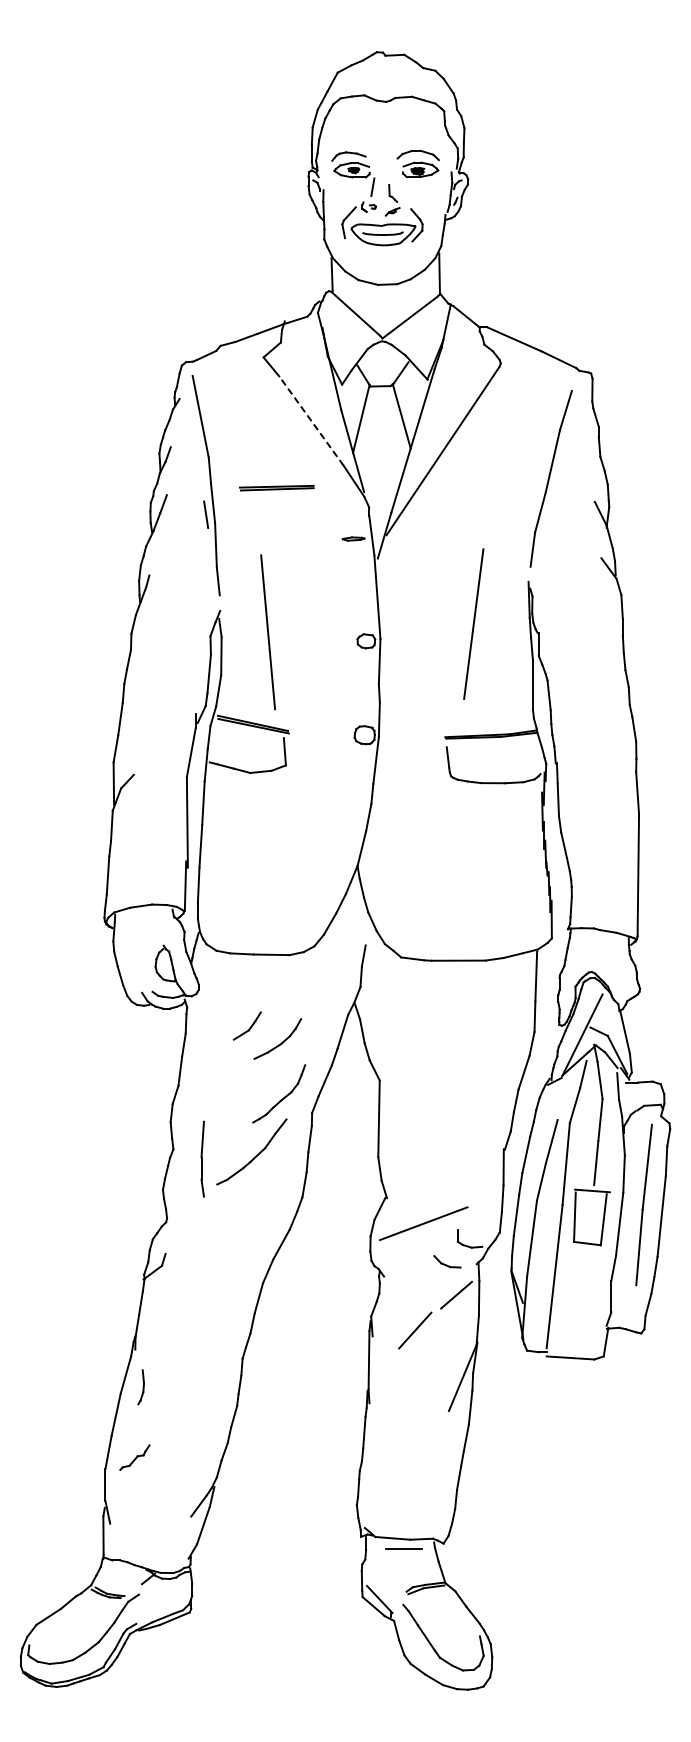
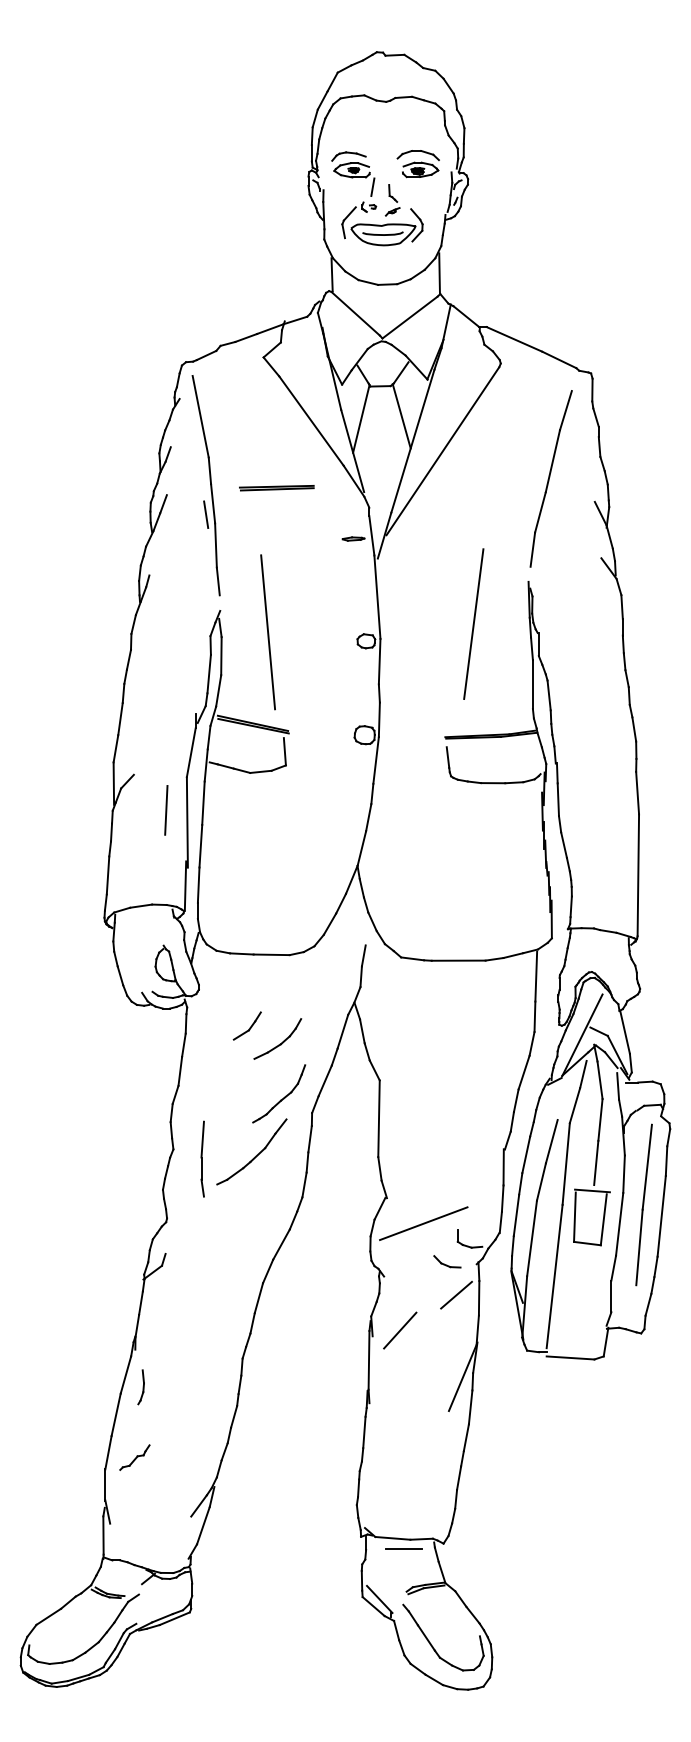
line at (311, 420): dashed -> solid
line at (166, 810): none -> present
line at (415, 1330) position: (415, 1330) -> (400, 1330)
